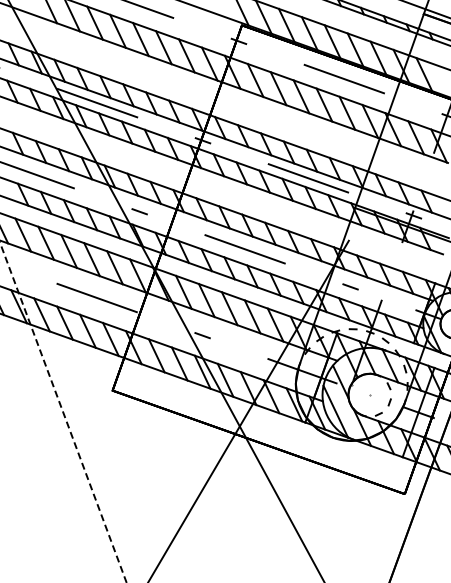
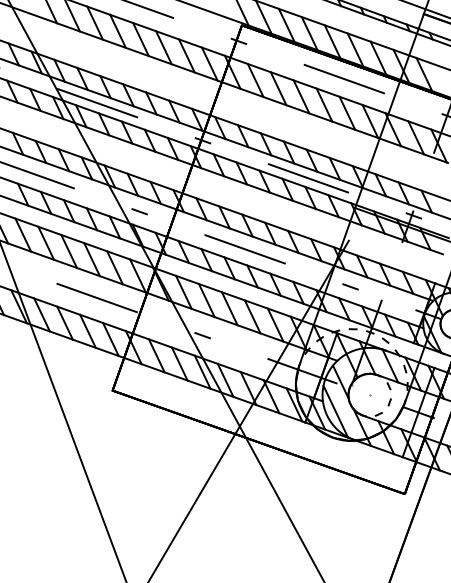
line at (63, 412): dashed -> solid
